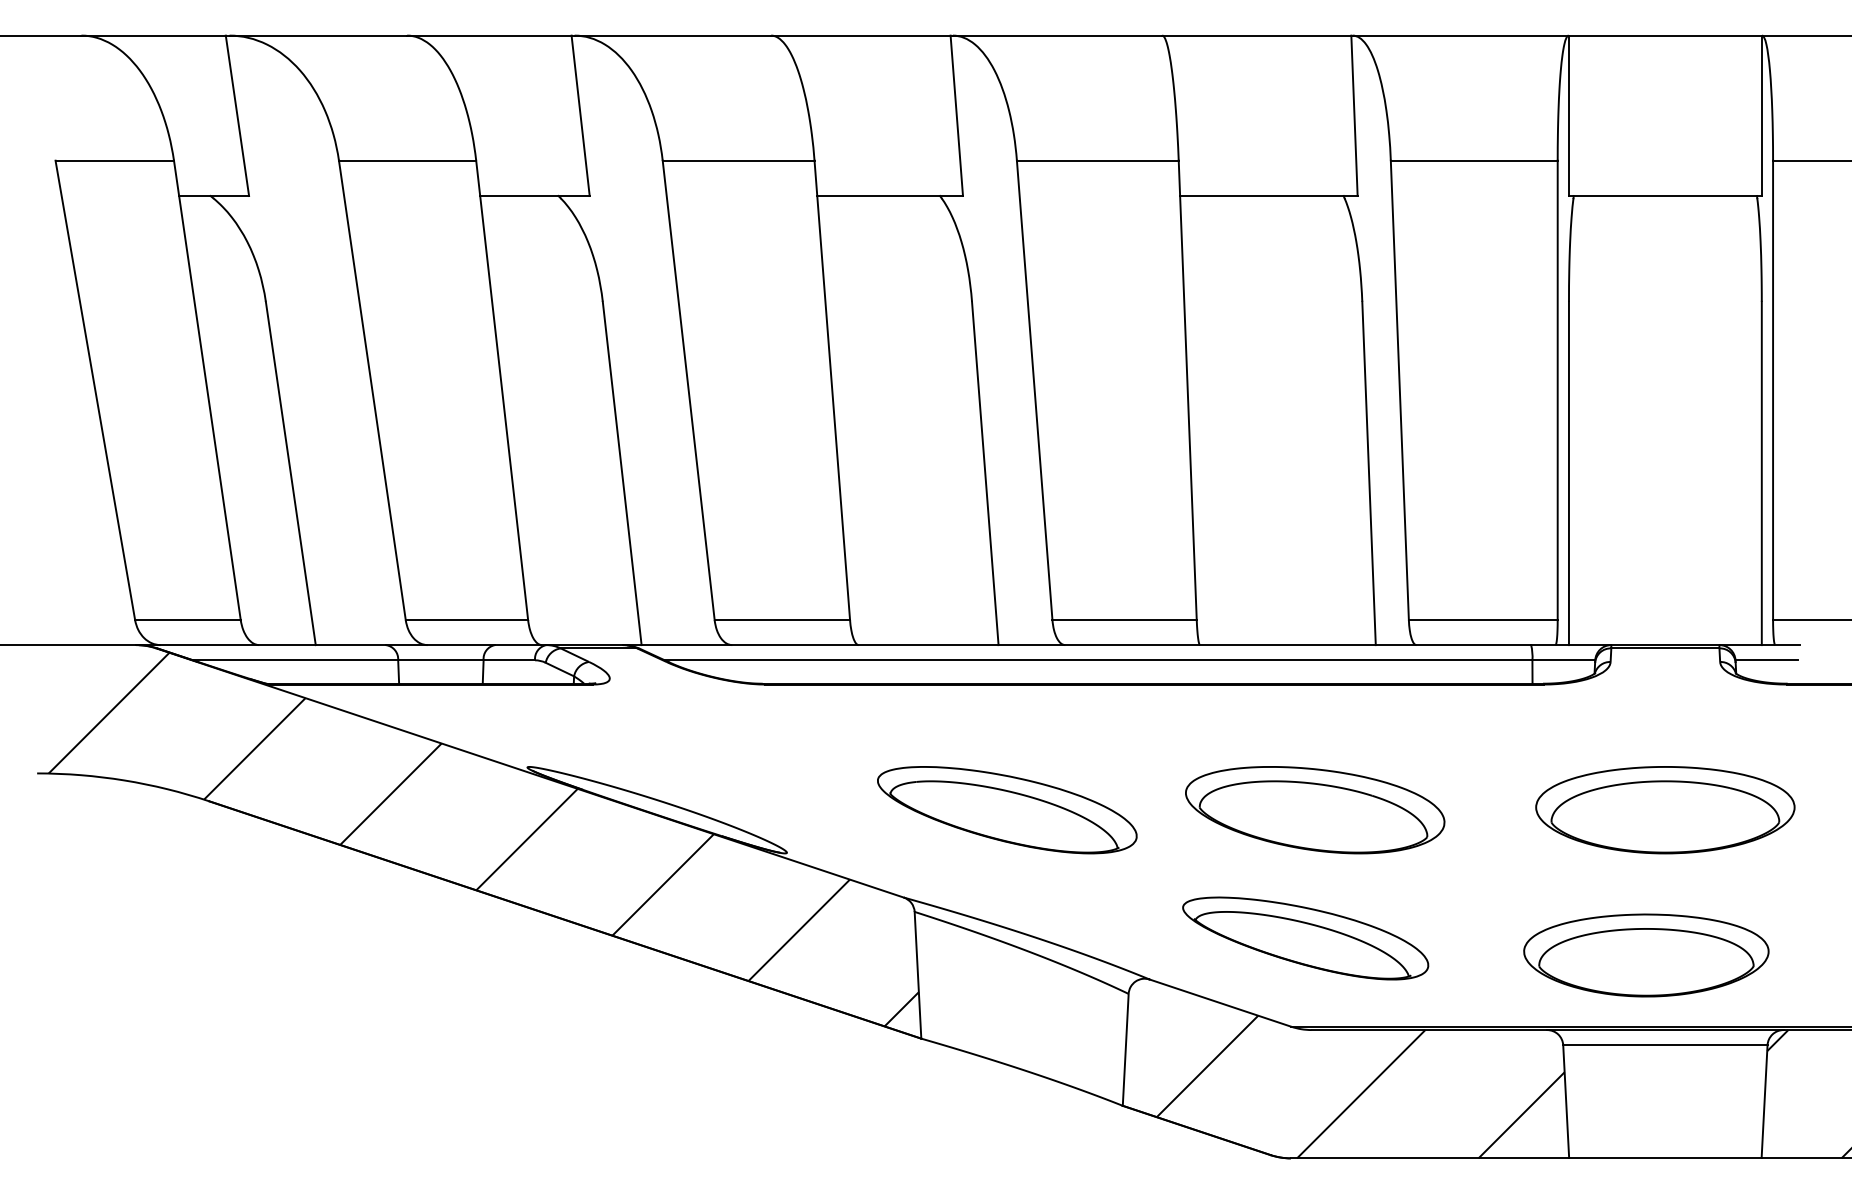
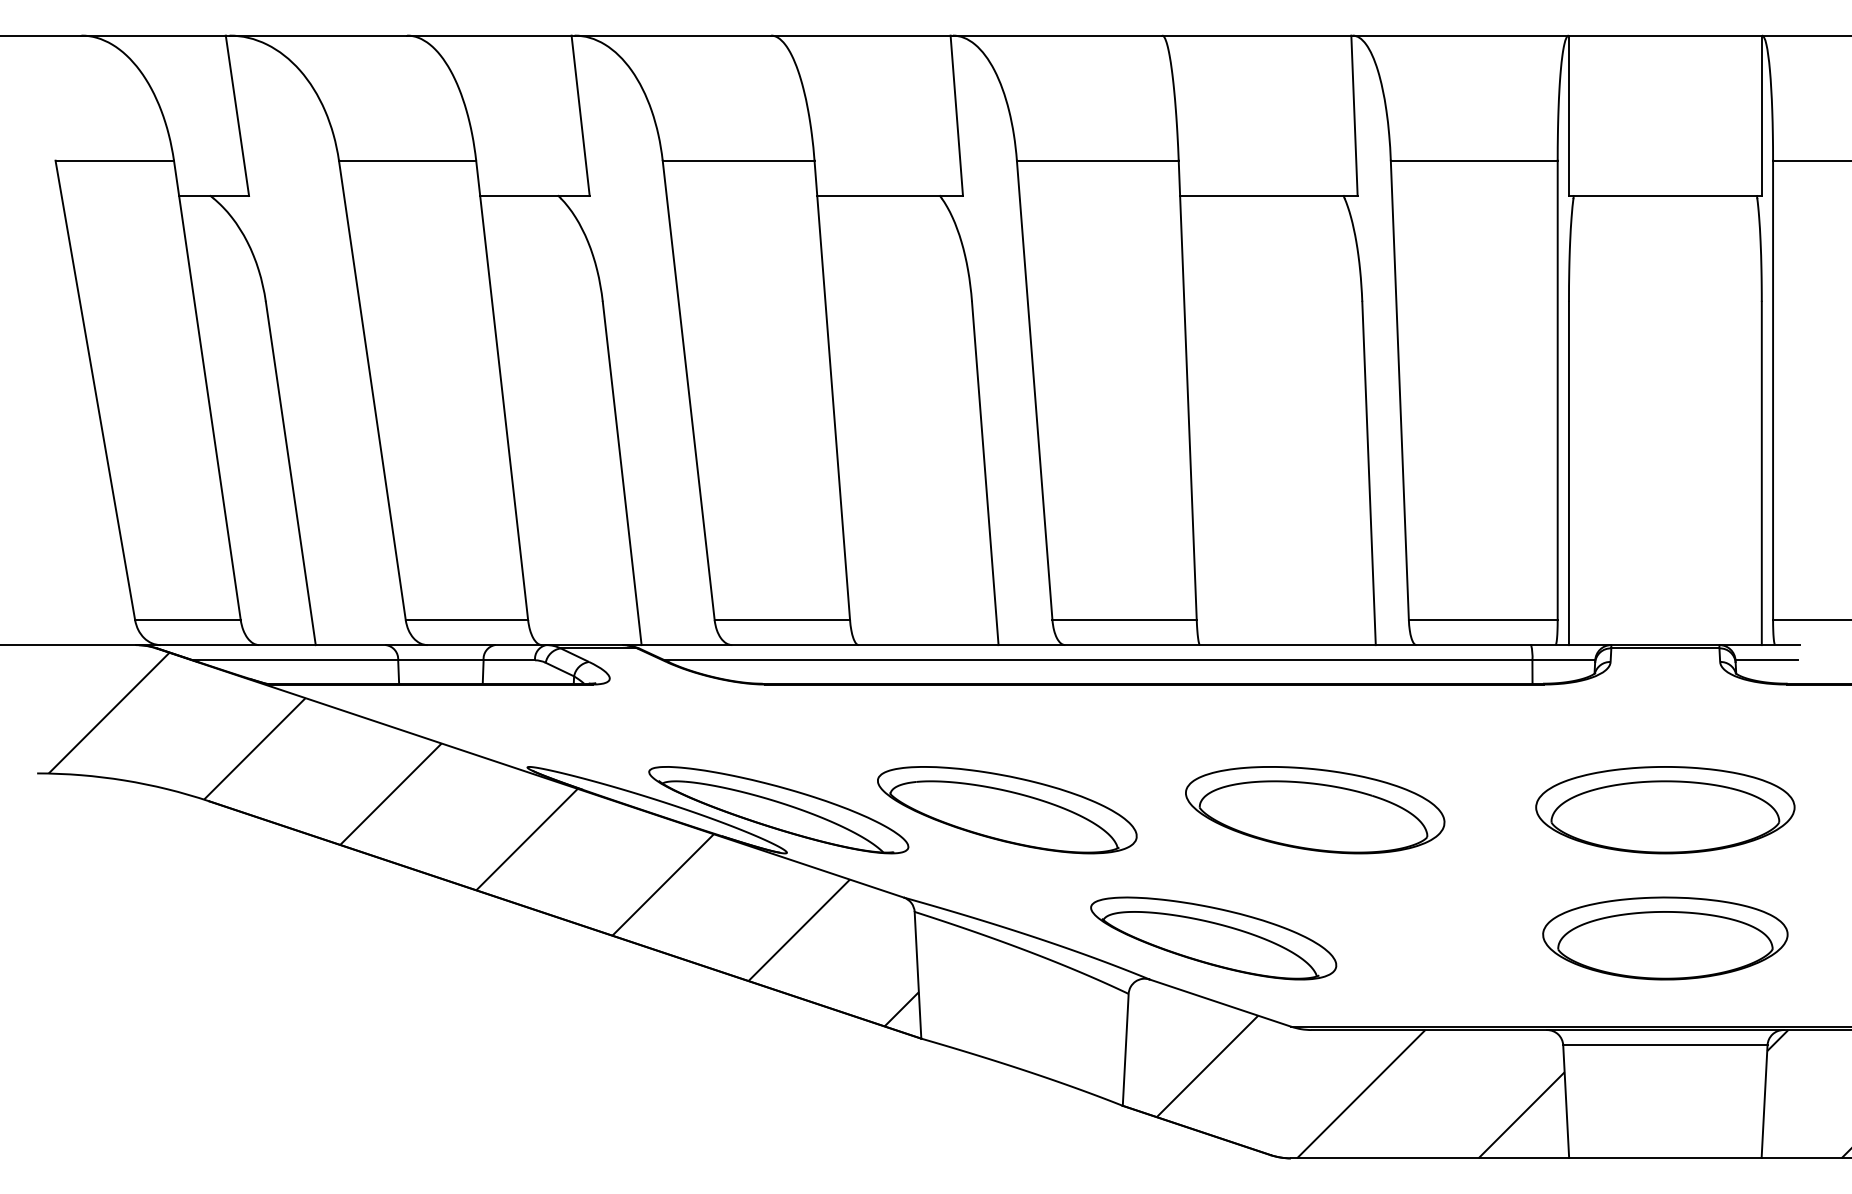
part at (778, 810): none -> present
part at (1305, 938) position: (1305, 938) -> (1213, 938)
part at (1646, 955) position: (1646, 955) -> (1665, 938)
